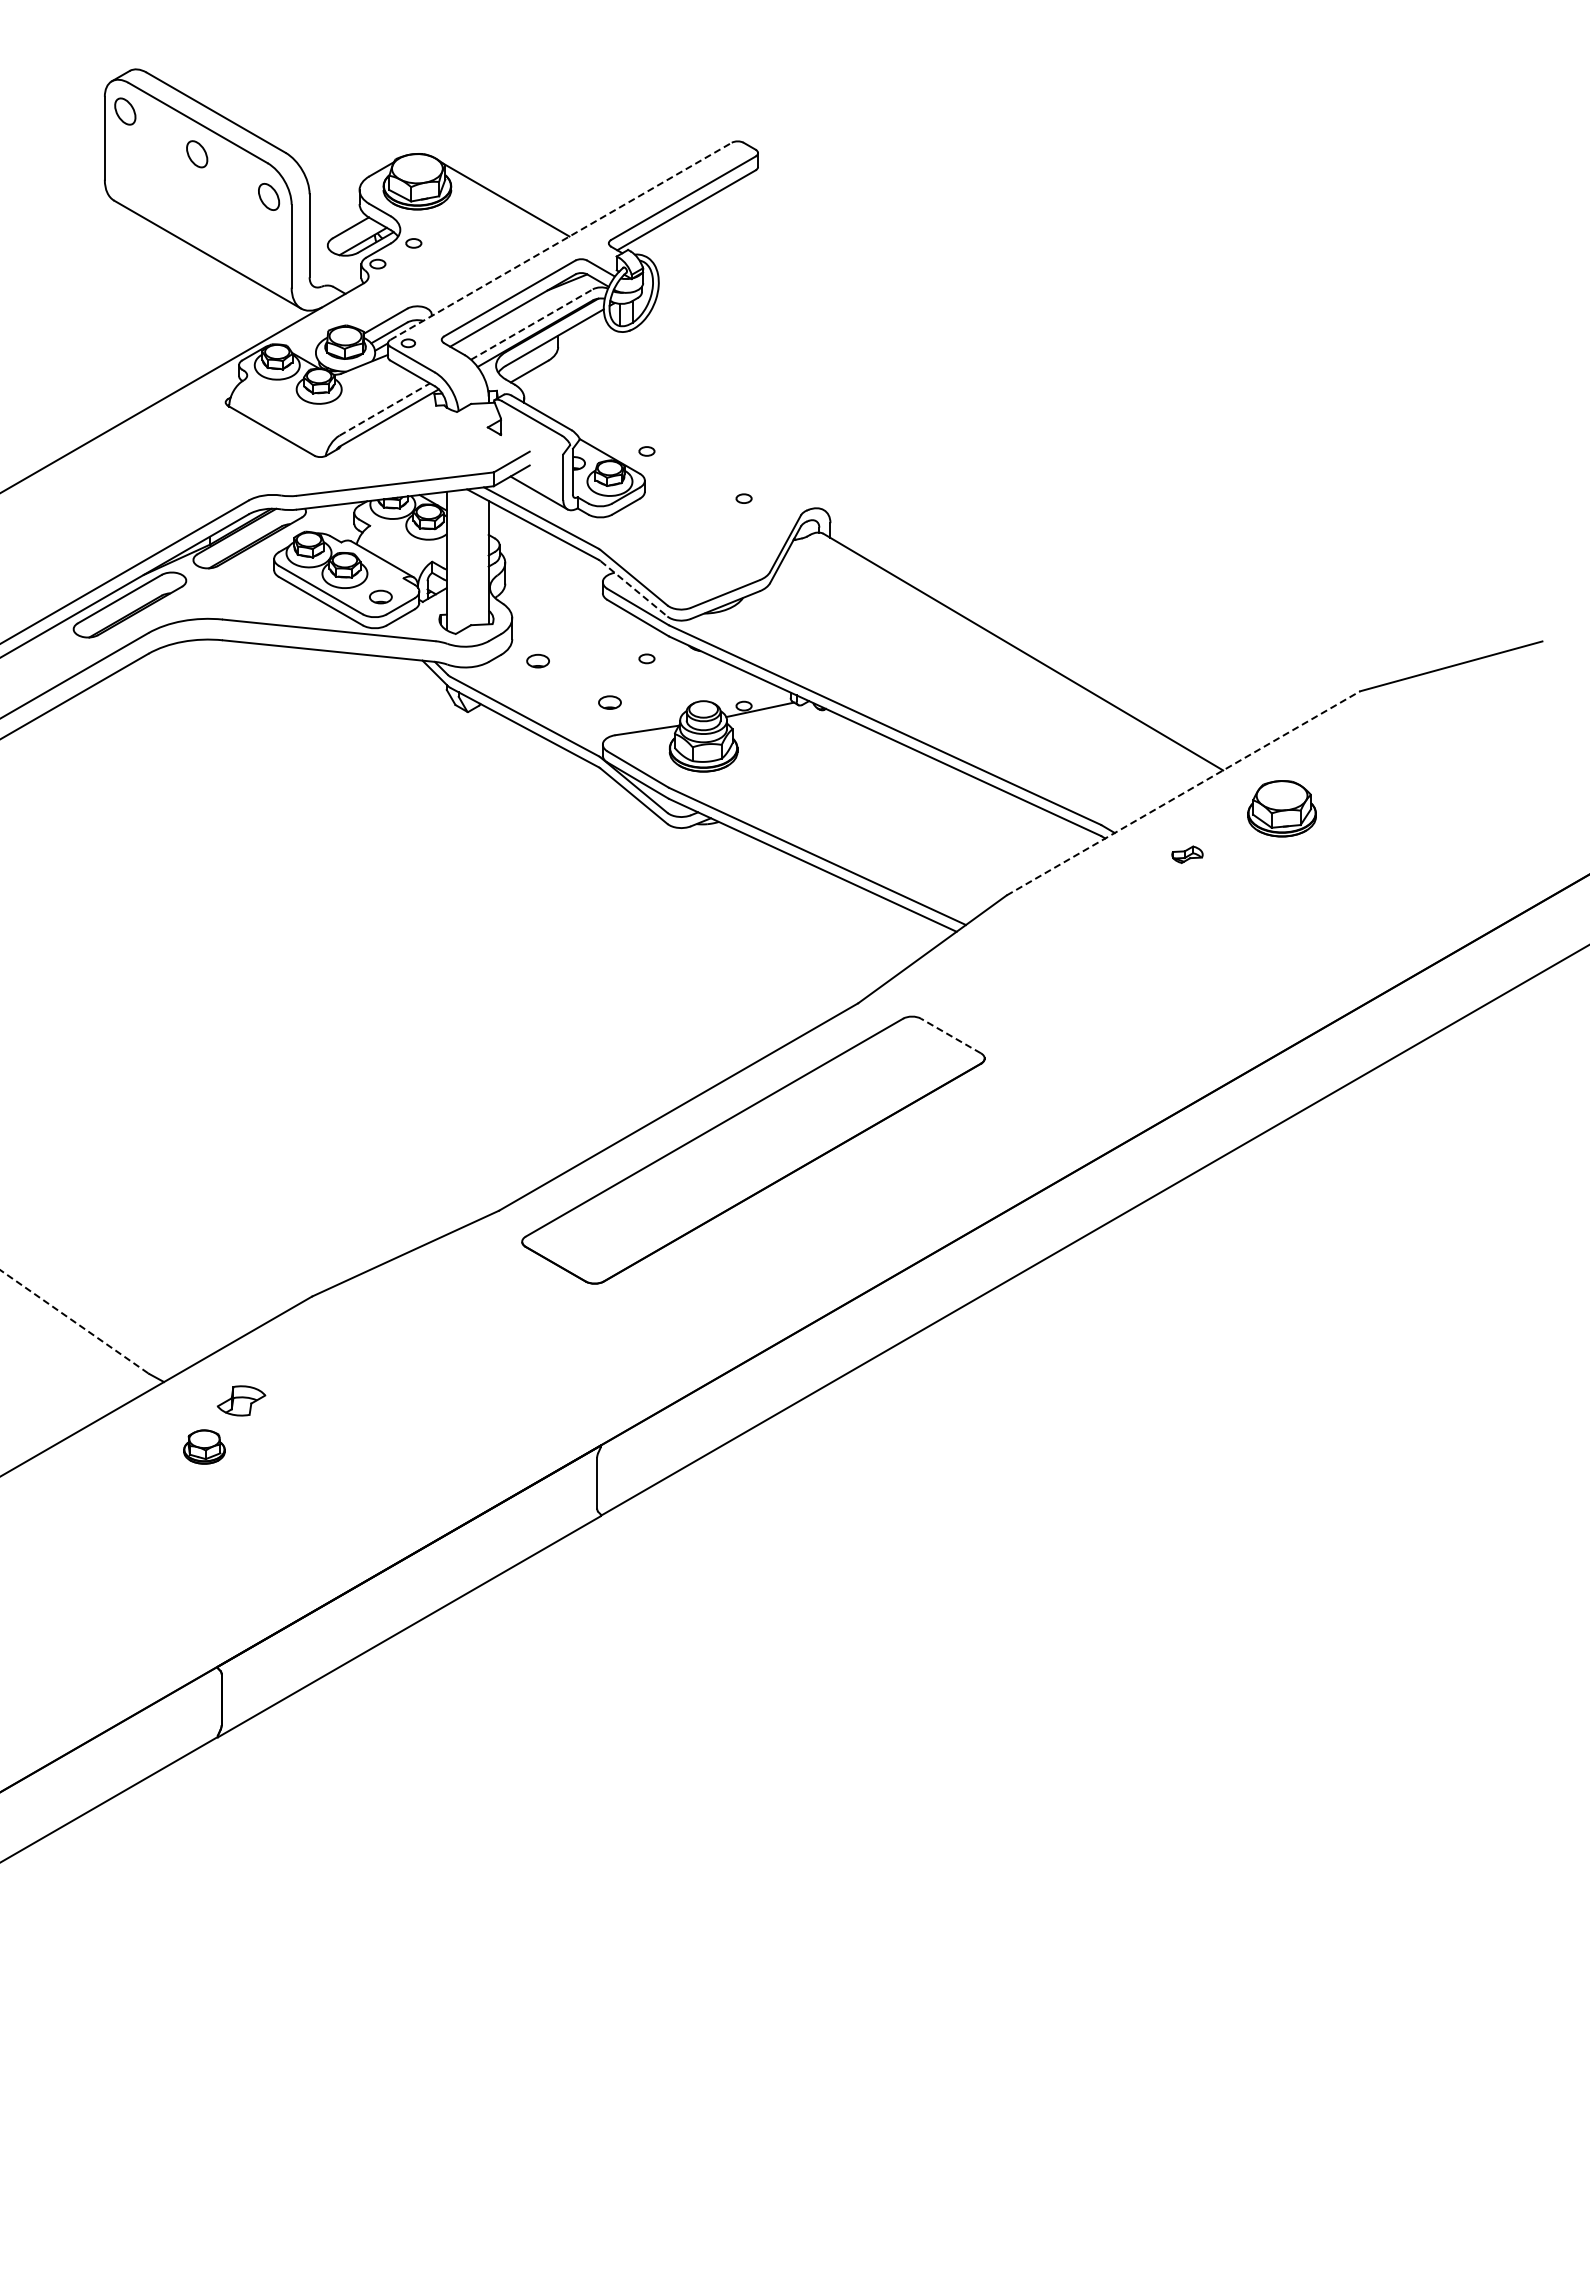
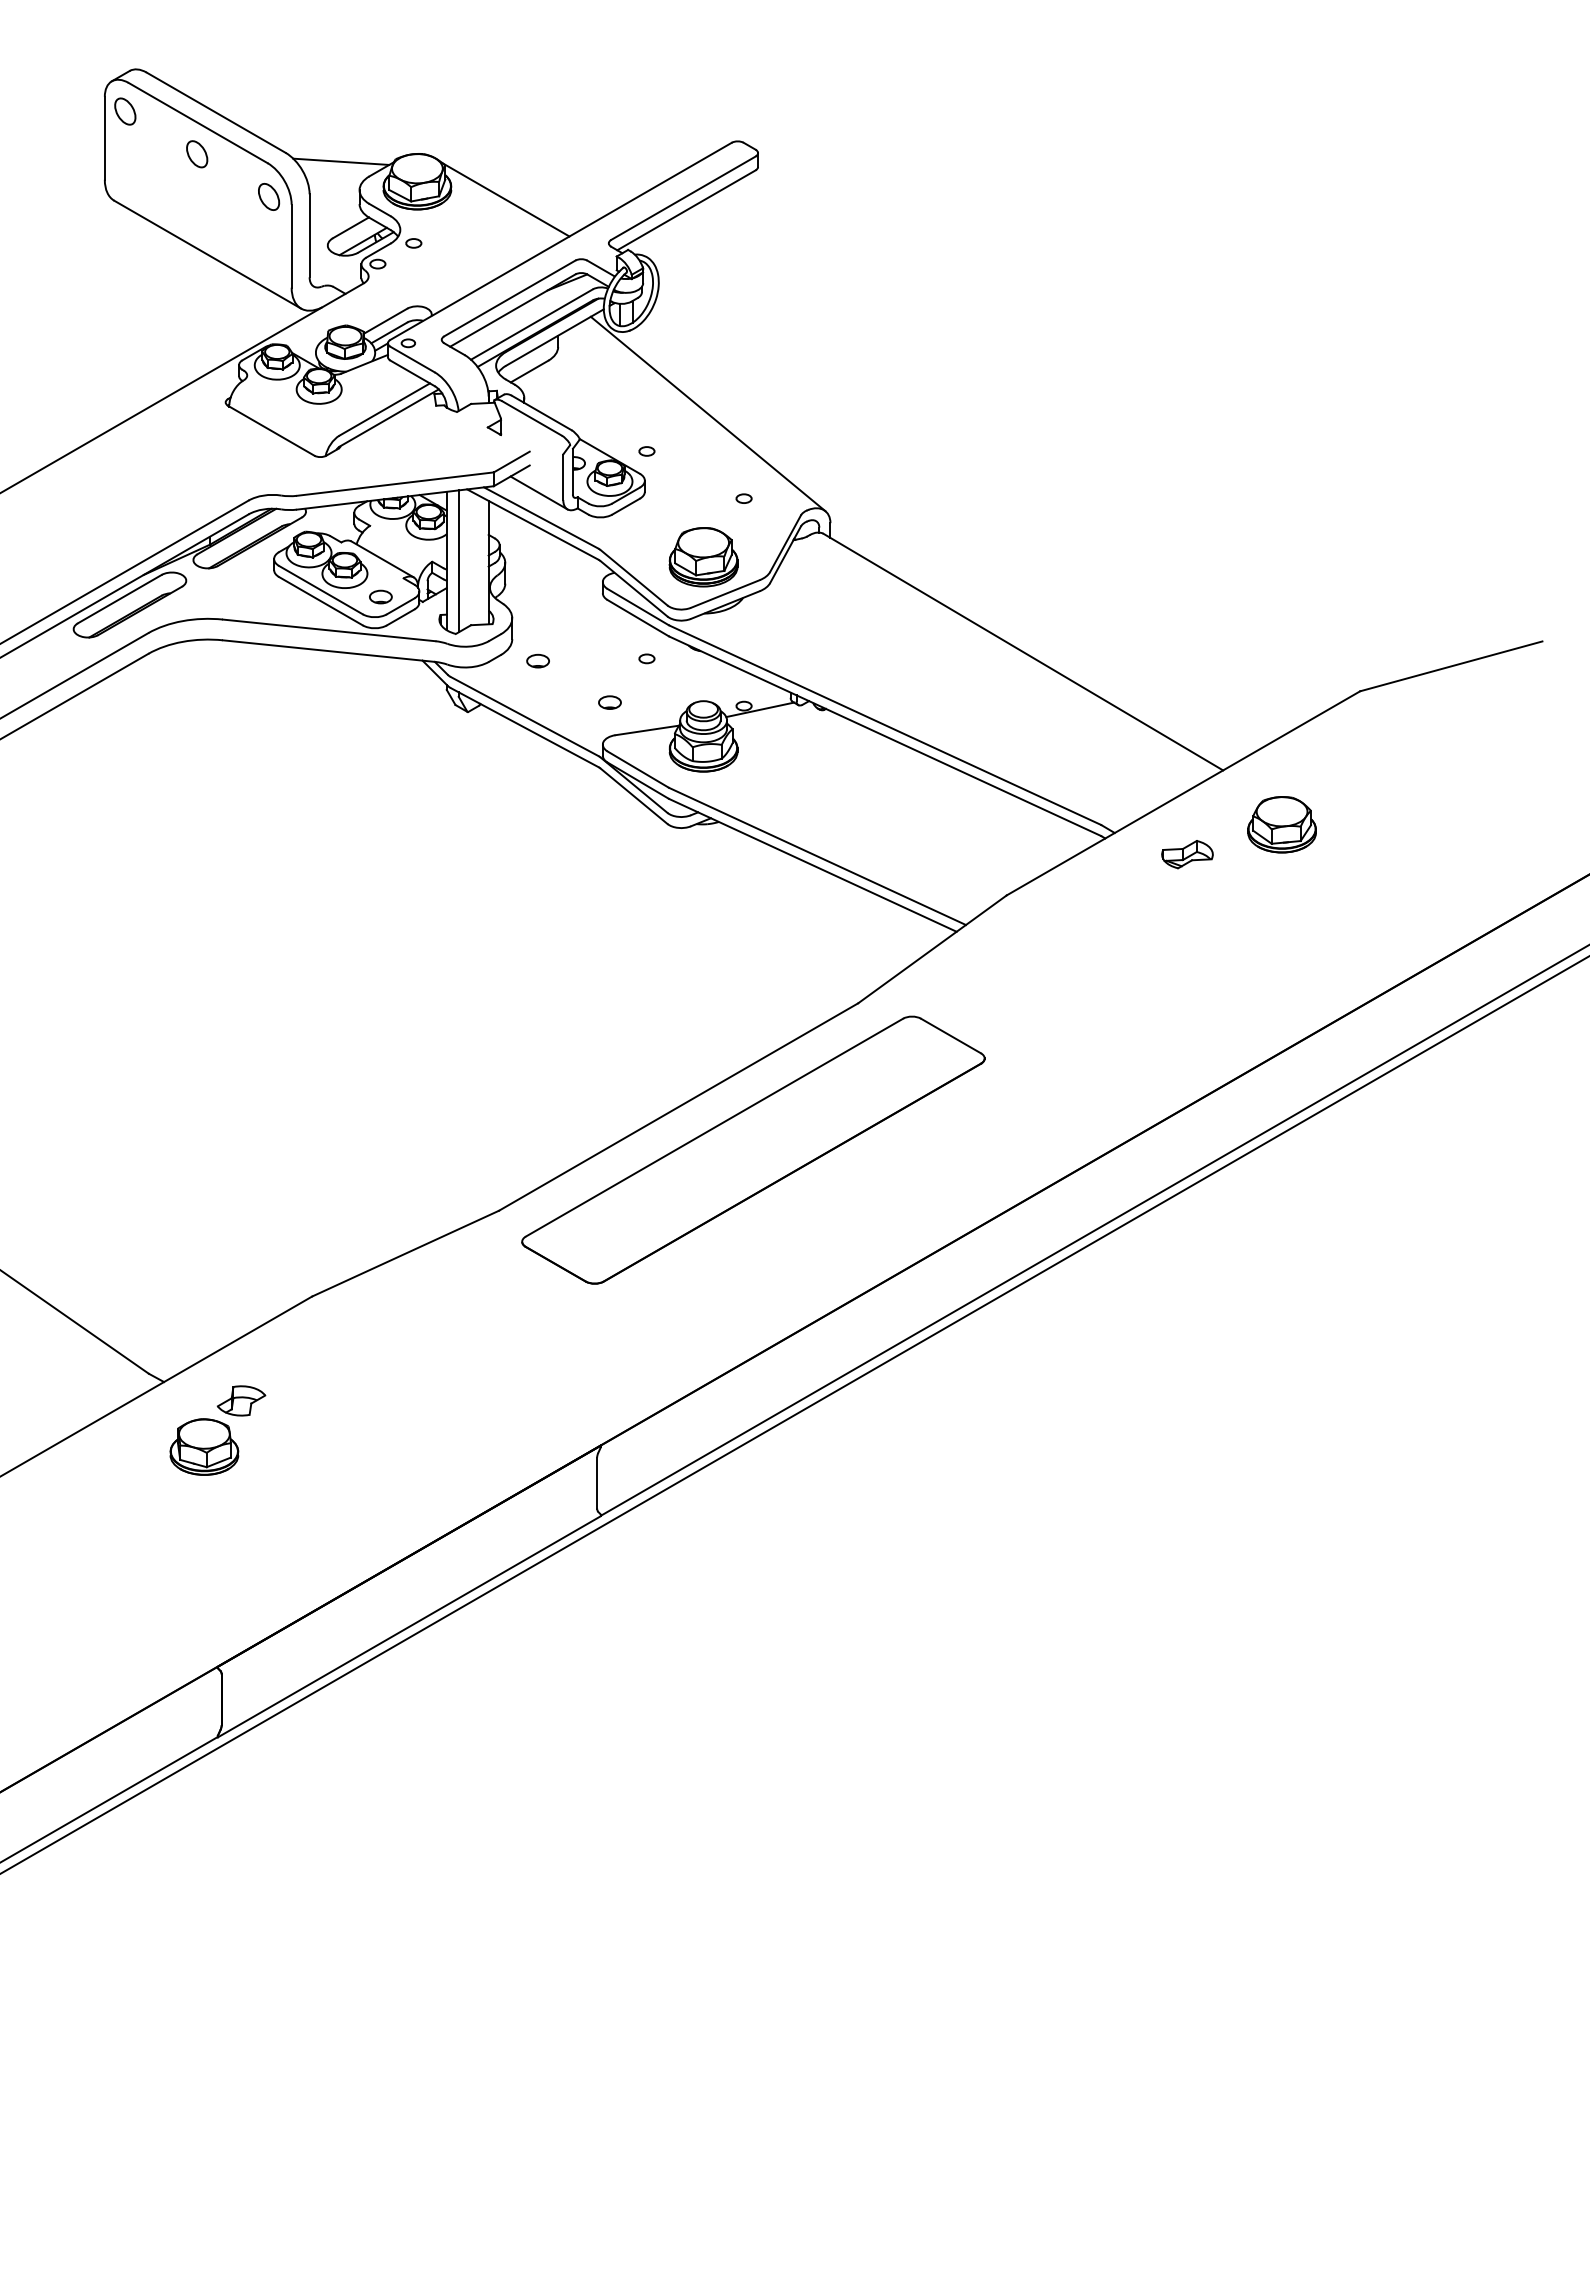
line at (341, 161): none -> present
line at (561, 241): dashed -> solid
line at (532, 324): dashed -> solid
line at (385, 409): dashed -> solid
line at (707, 413): none -> present
part at (703, 557): none -> present
line at (458, 561): none -> present
line at (634, 589): dashed -> solid
line at (1183, 793): dashed -> solid
part at (1281, 808) position: (1281, 808) -> (1281, 824)
part at (1187, 854) size: 33x19 px -> 53x30 px
line at (951, 1036): dashed -> solid
line at (74, 1321): dashed -> solid
line at (794, 1414): none -> present
part at (204, 1446) size: 43x36 px -> 71x58 px
